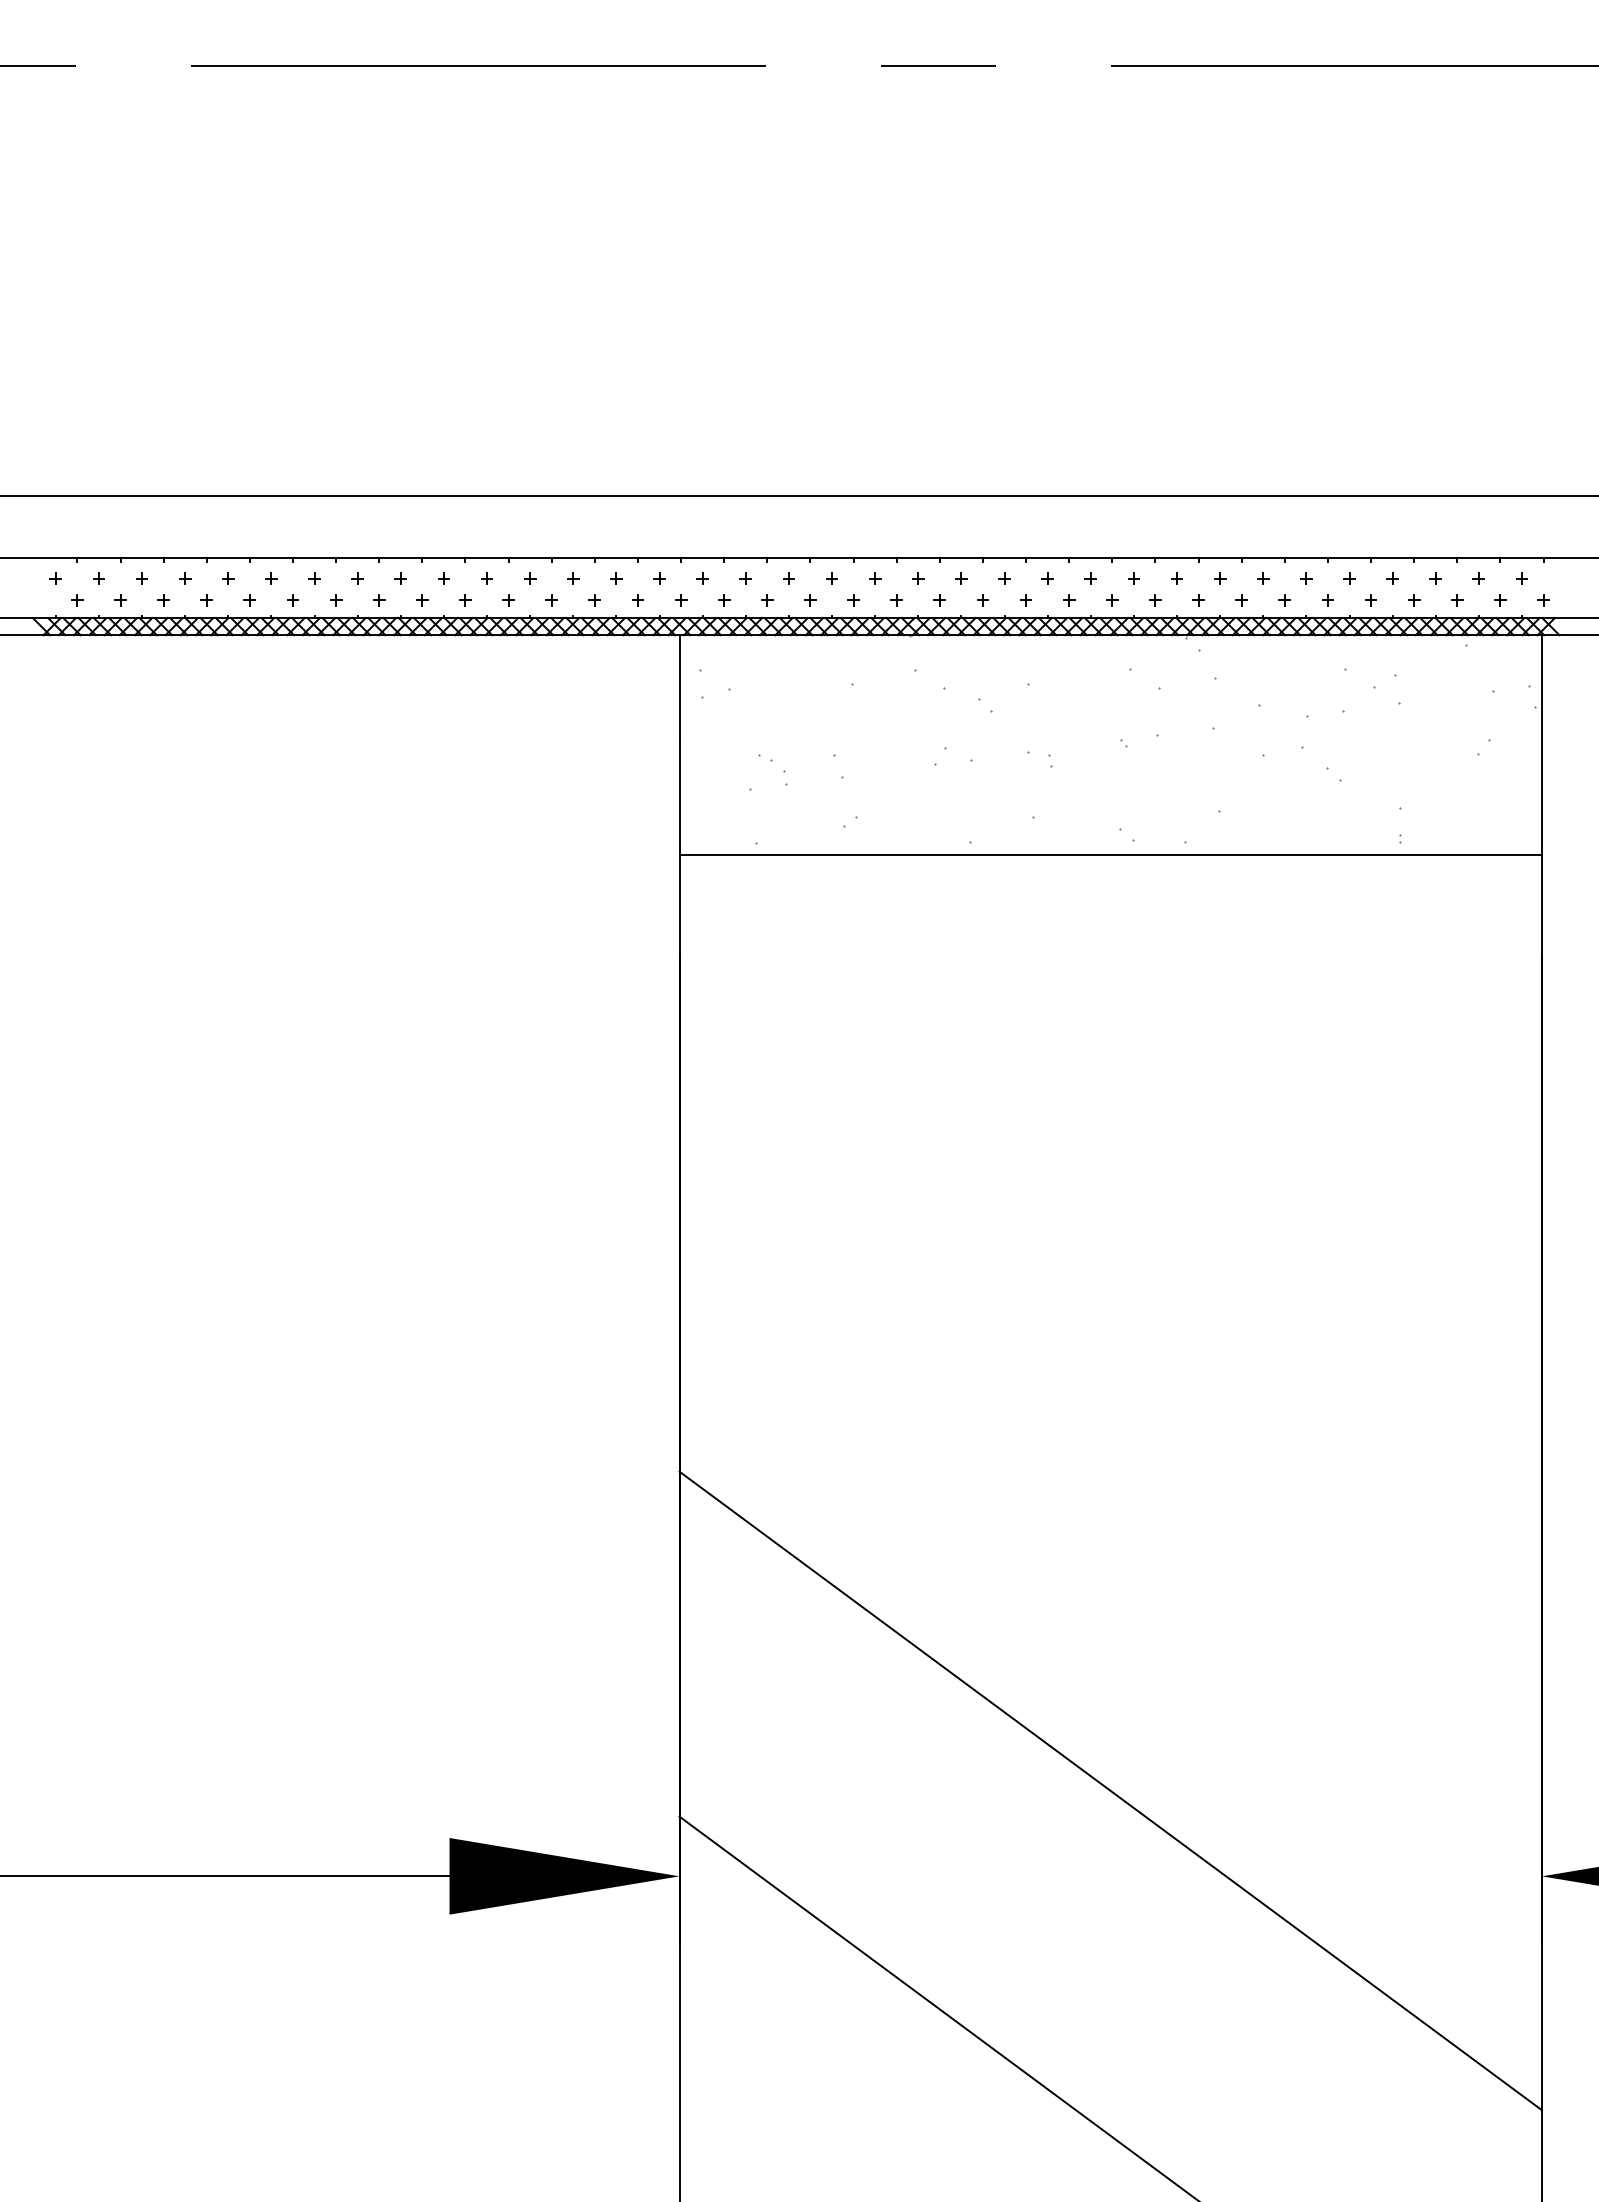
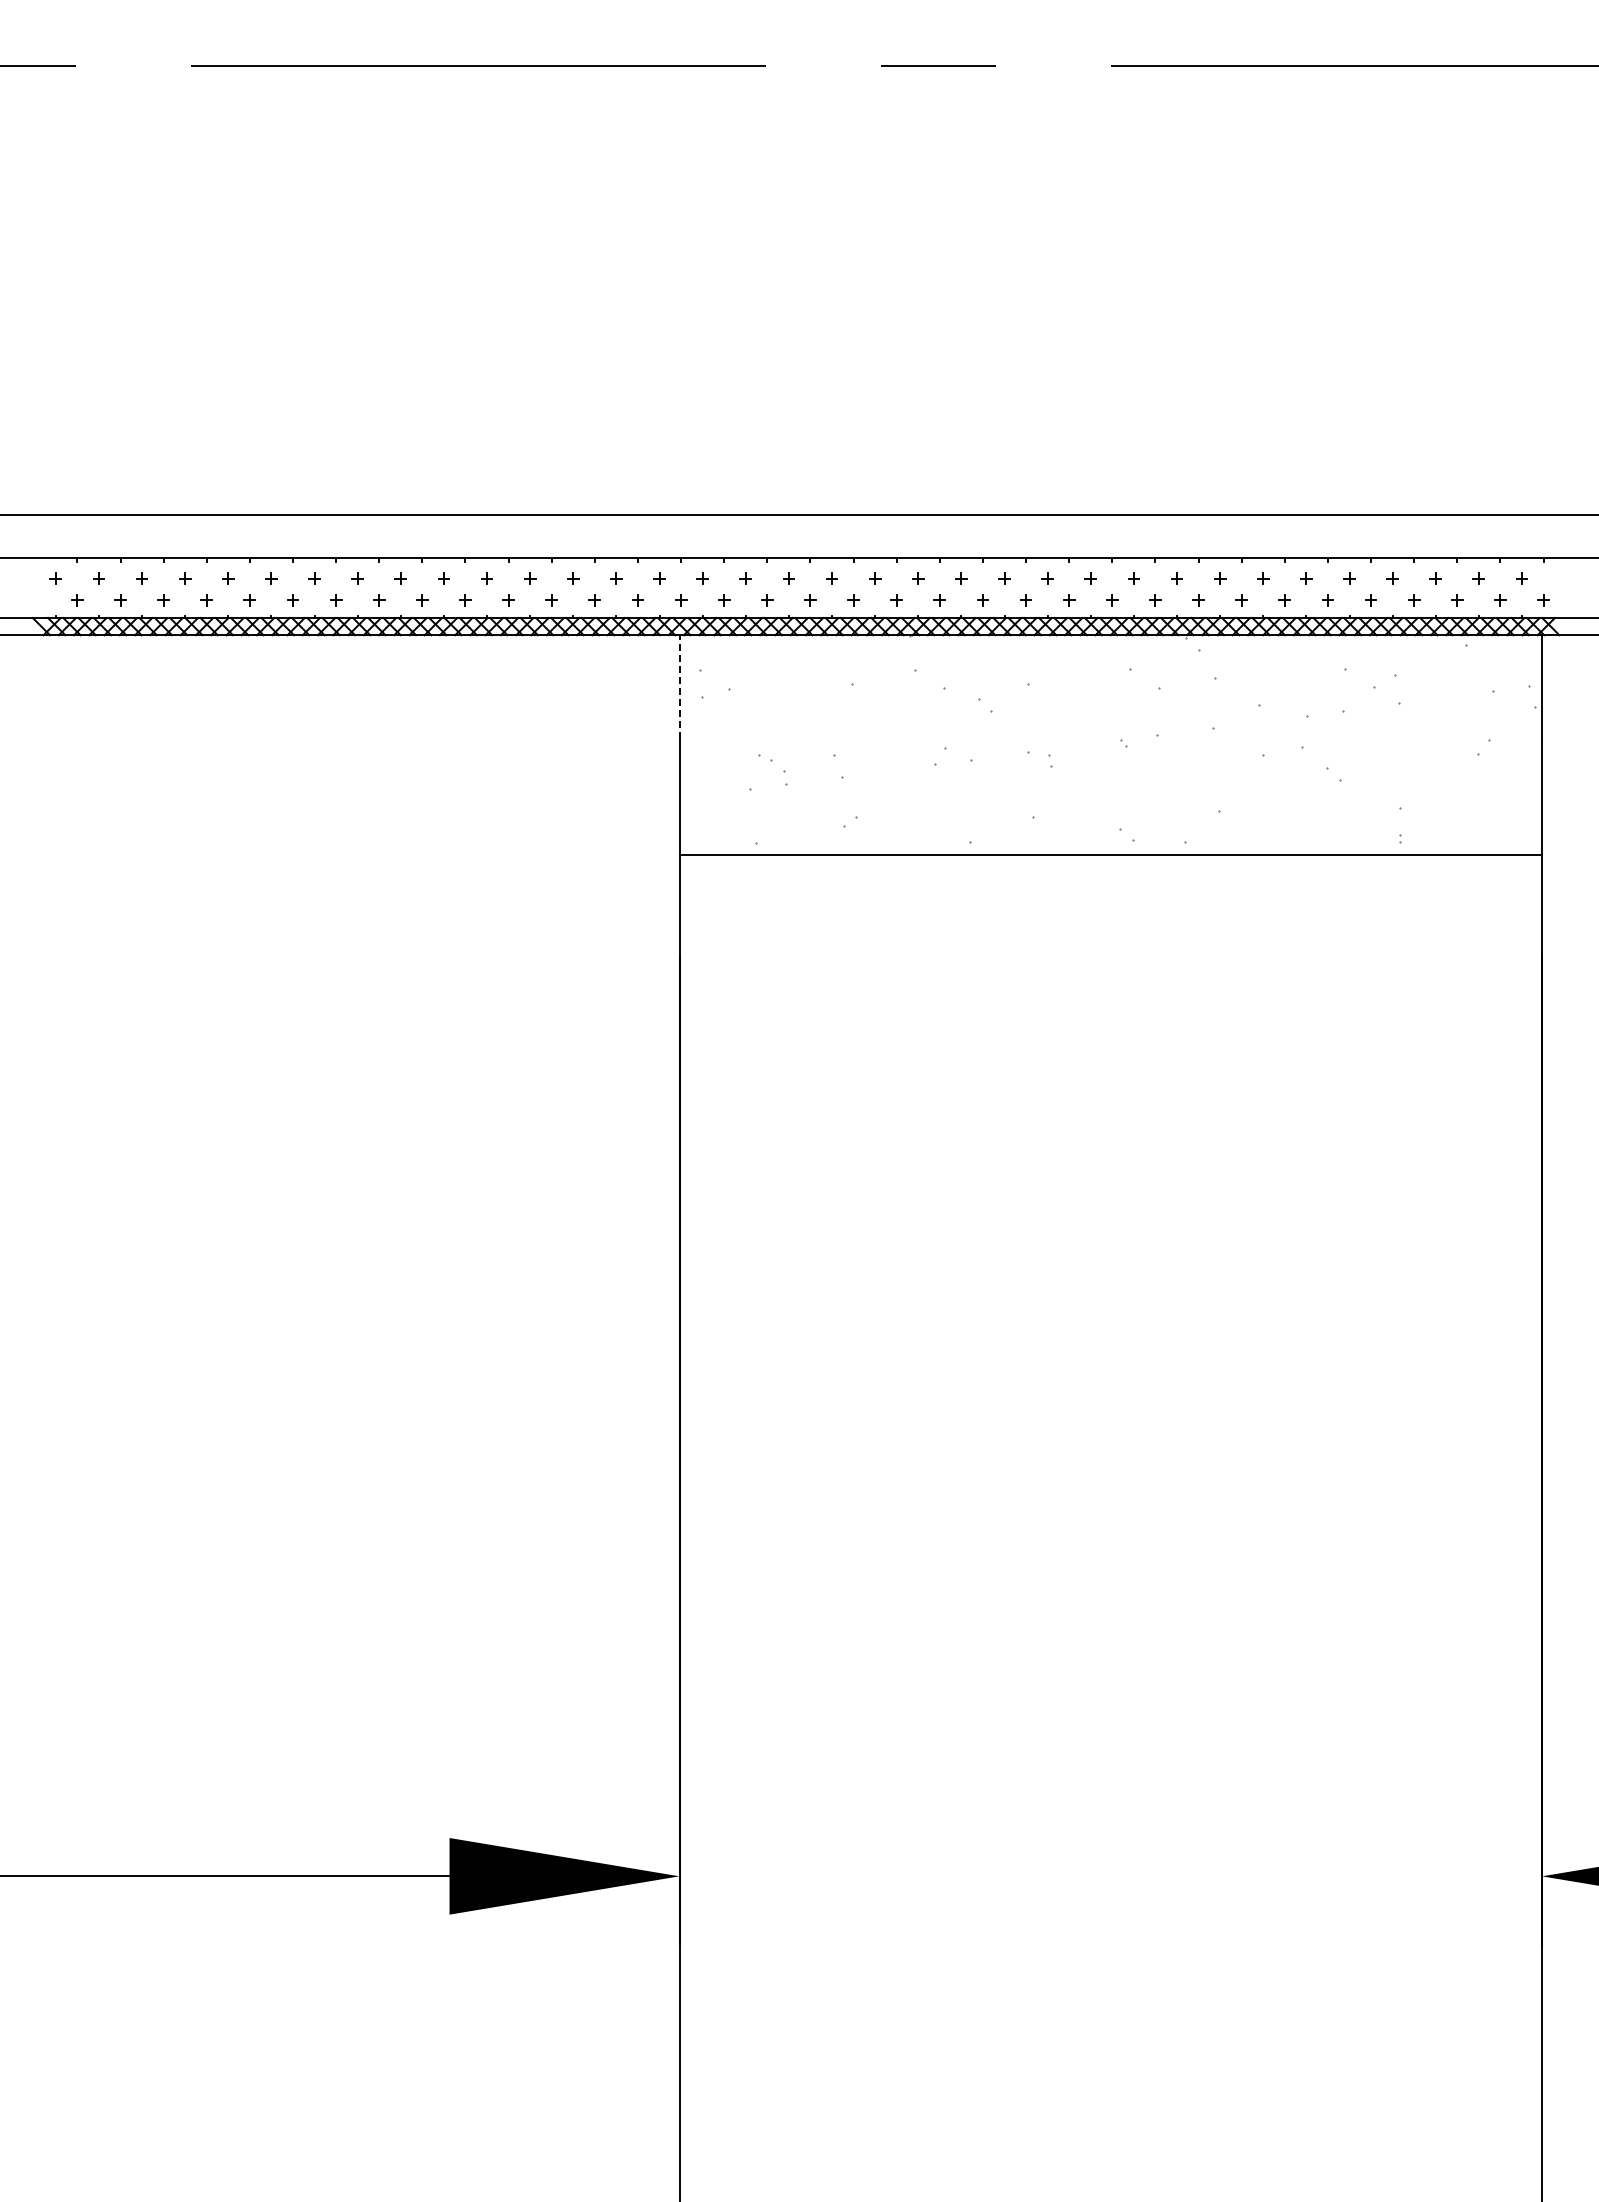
line at (798, 496) position: (798, 496) -> (798, 515)
line at (679, 687): solid -> dashed
line at (1110, 1790): present -> none
line at (937, 2007): present -> none
